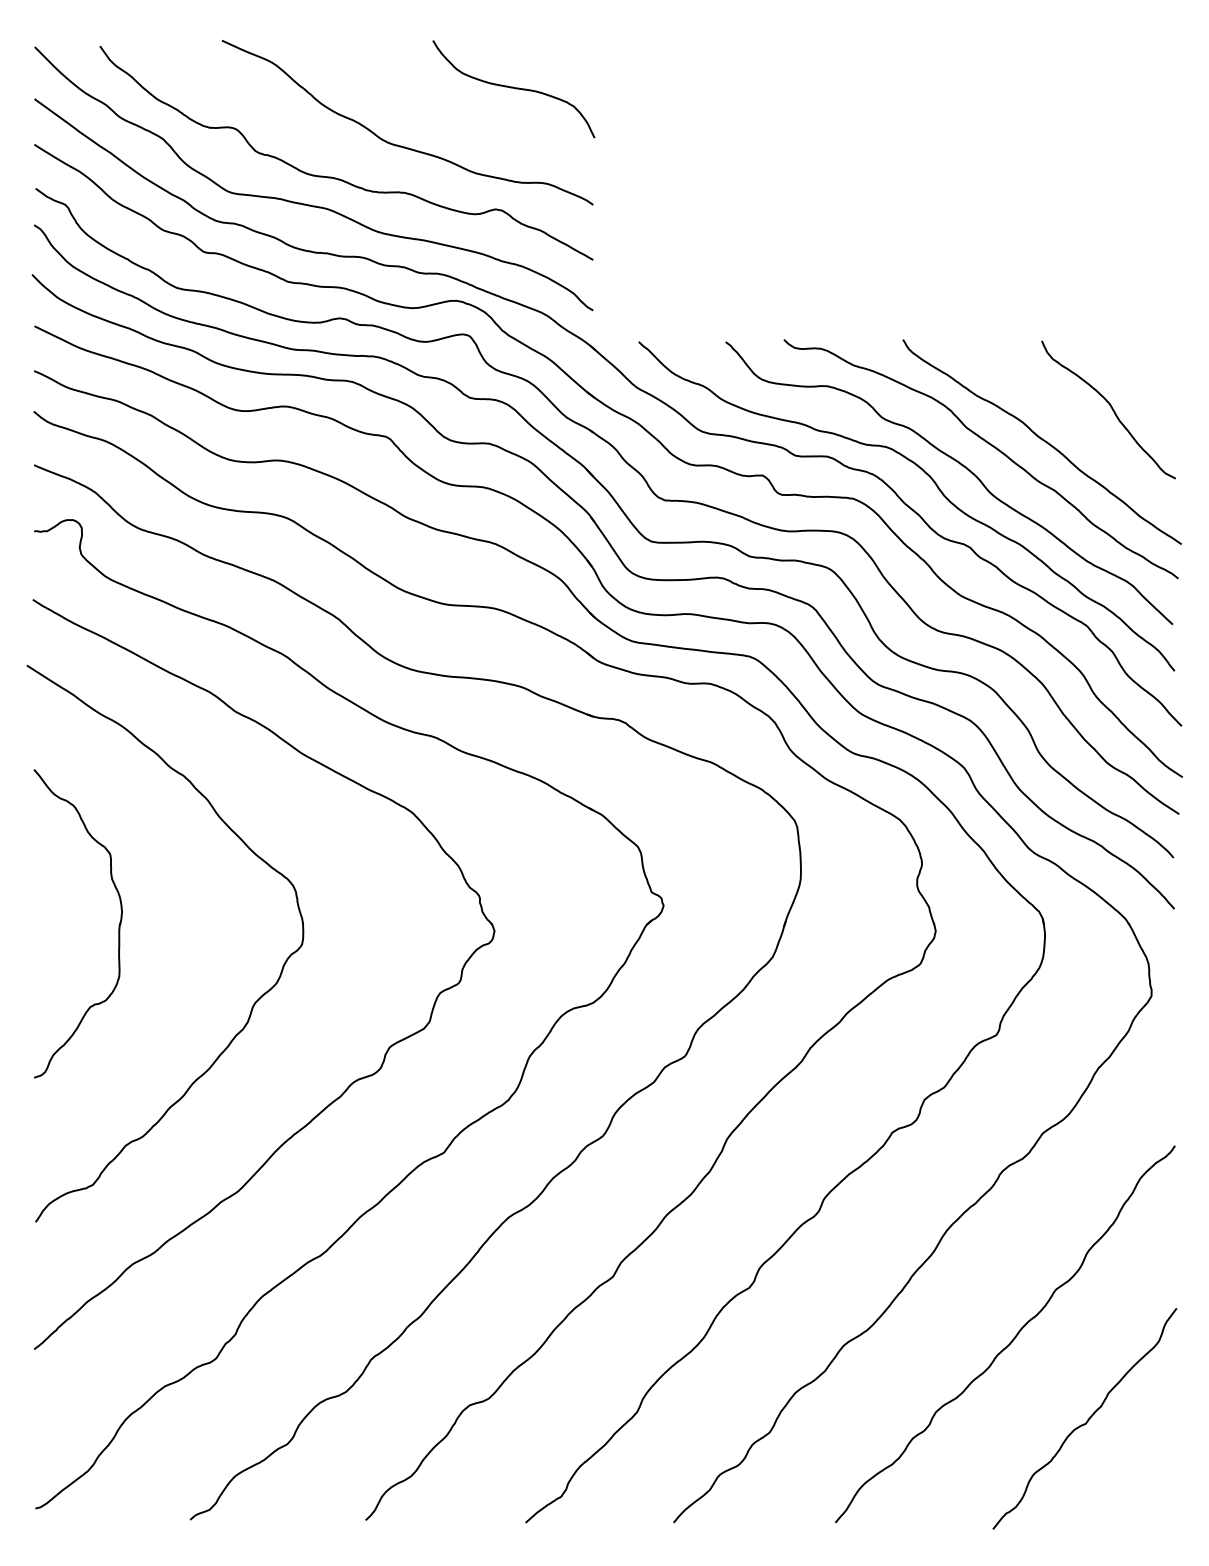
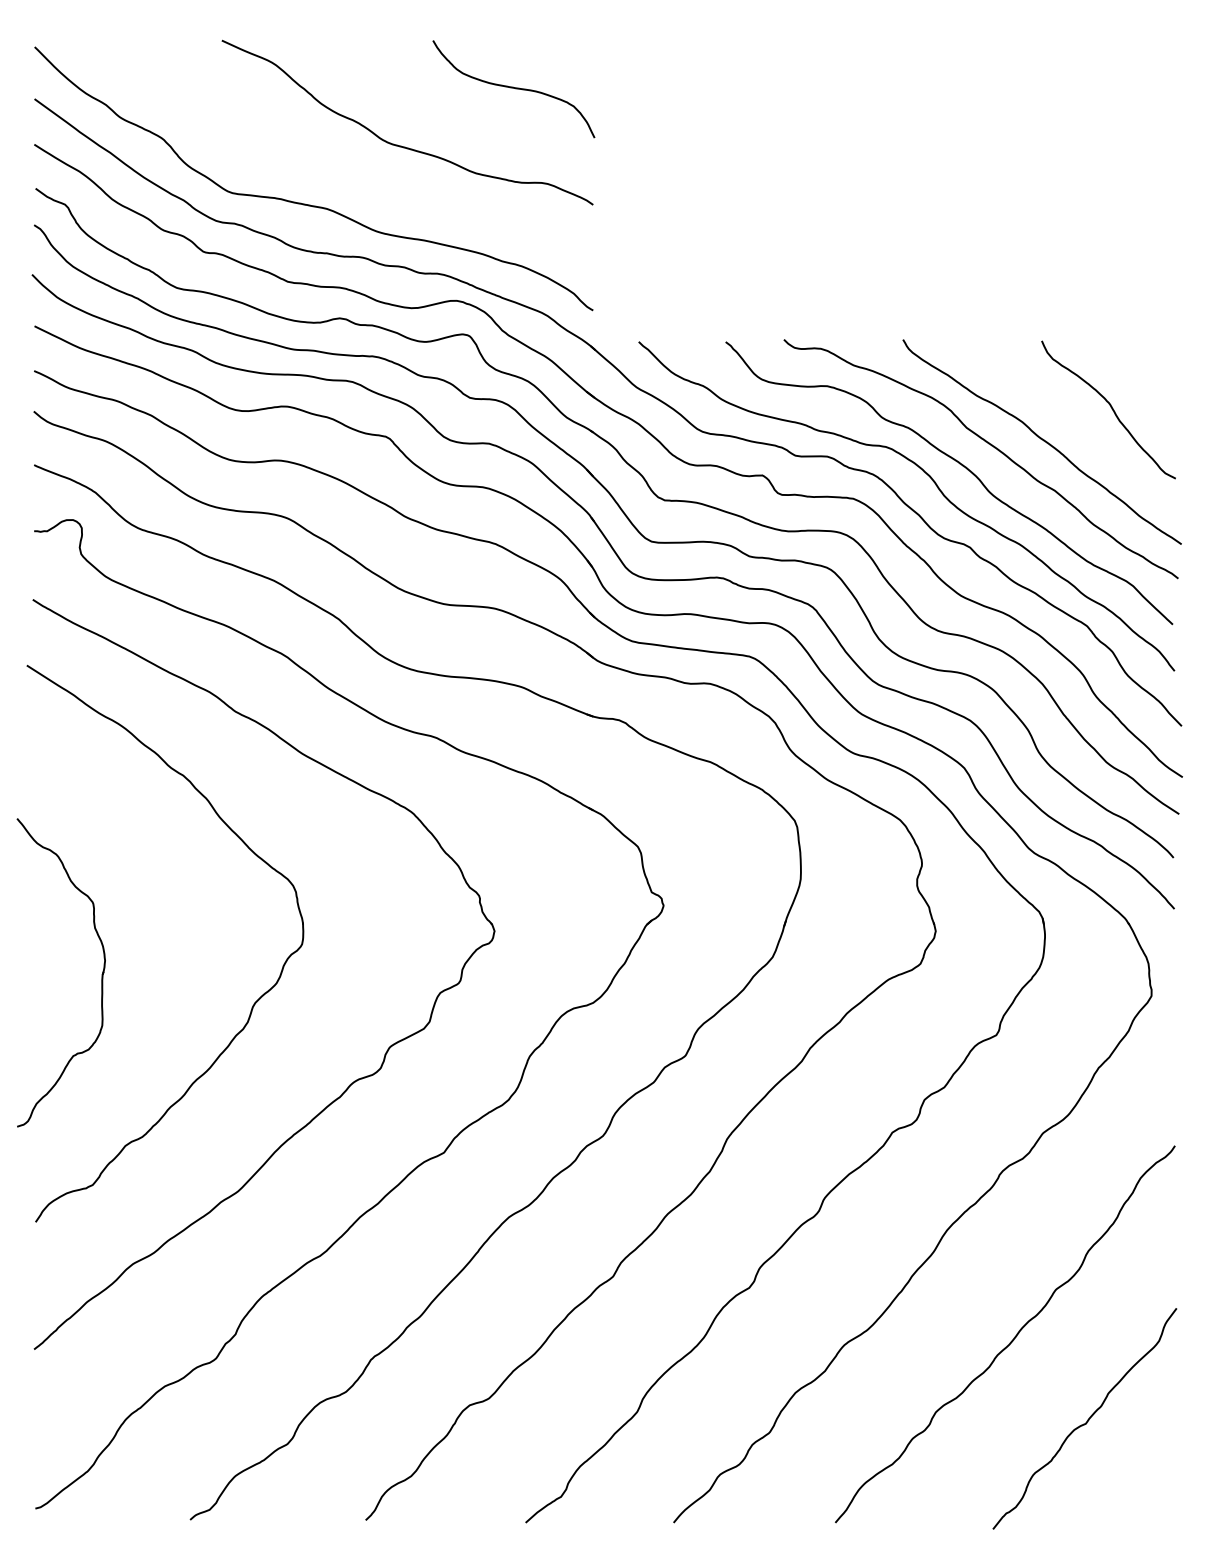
curve at (336, 177): present -> none
part at (118, 925) position: (118, 925) -> (101, 974)
